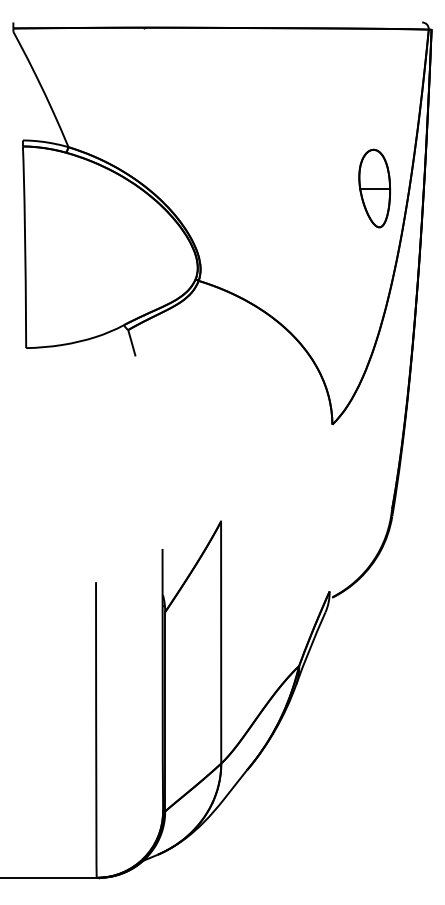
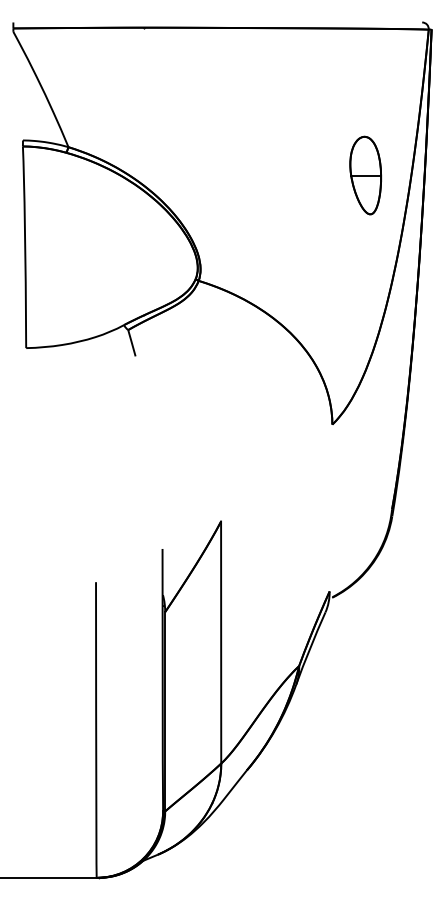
part at (374, 188) position: (374, 188) -> (365, 175)
